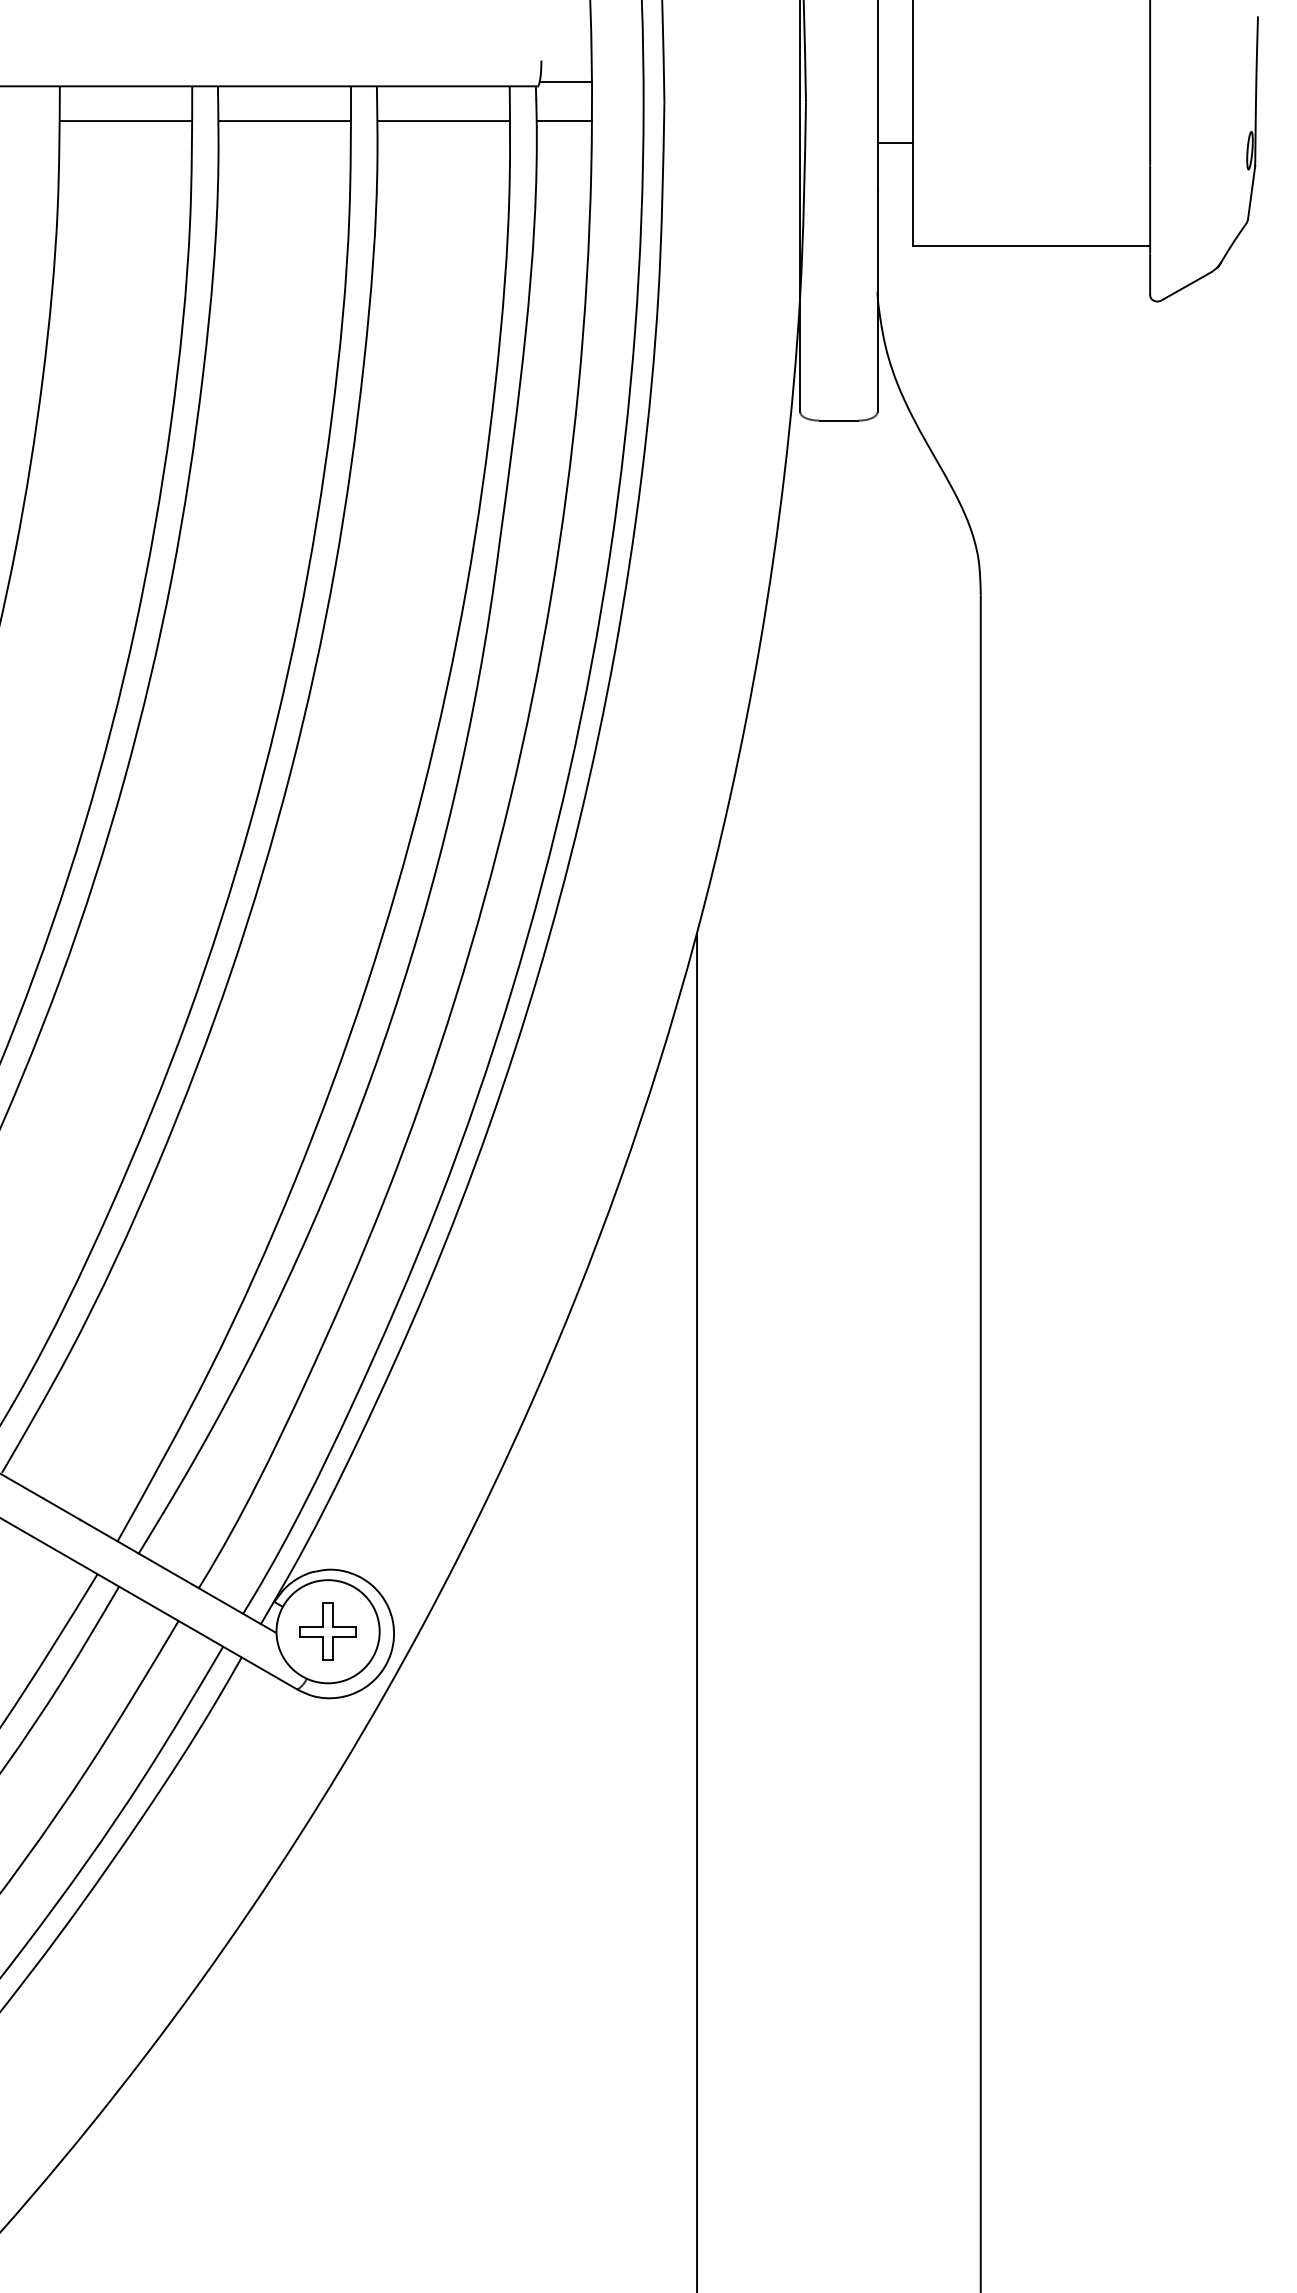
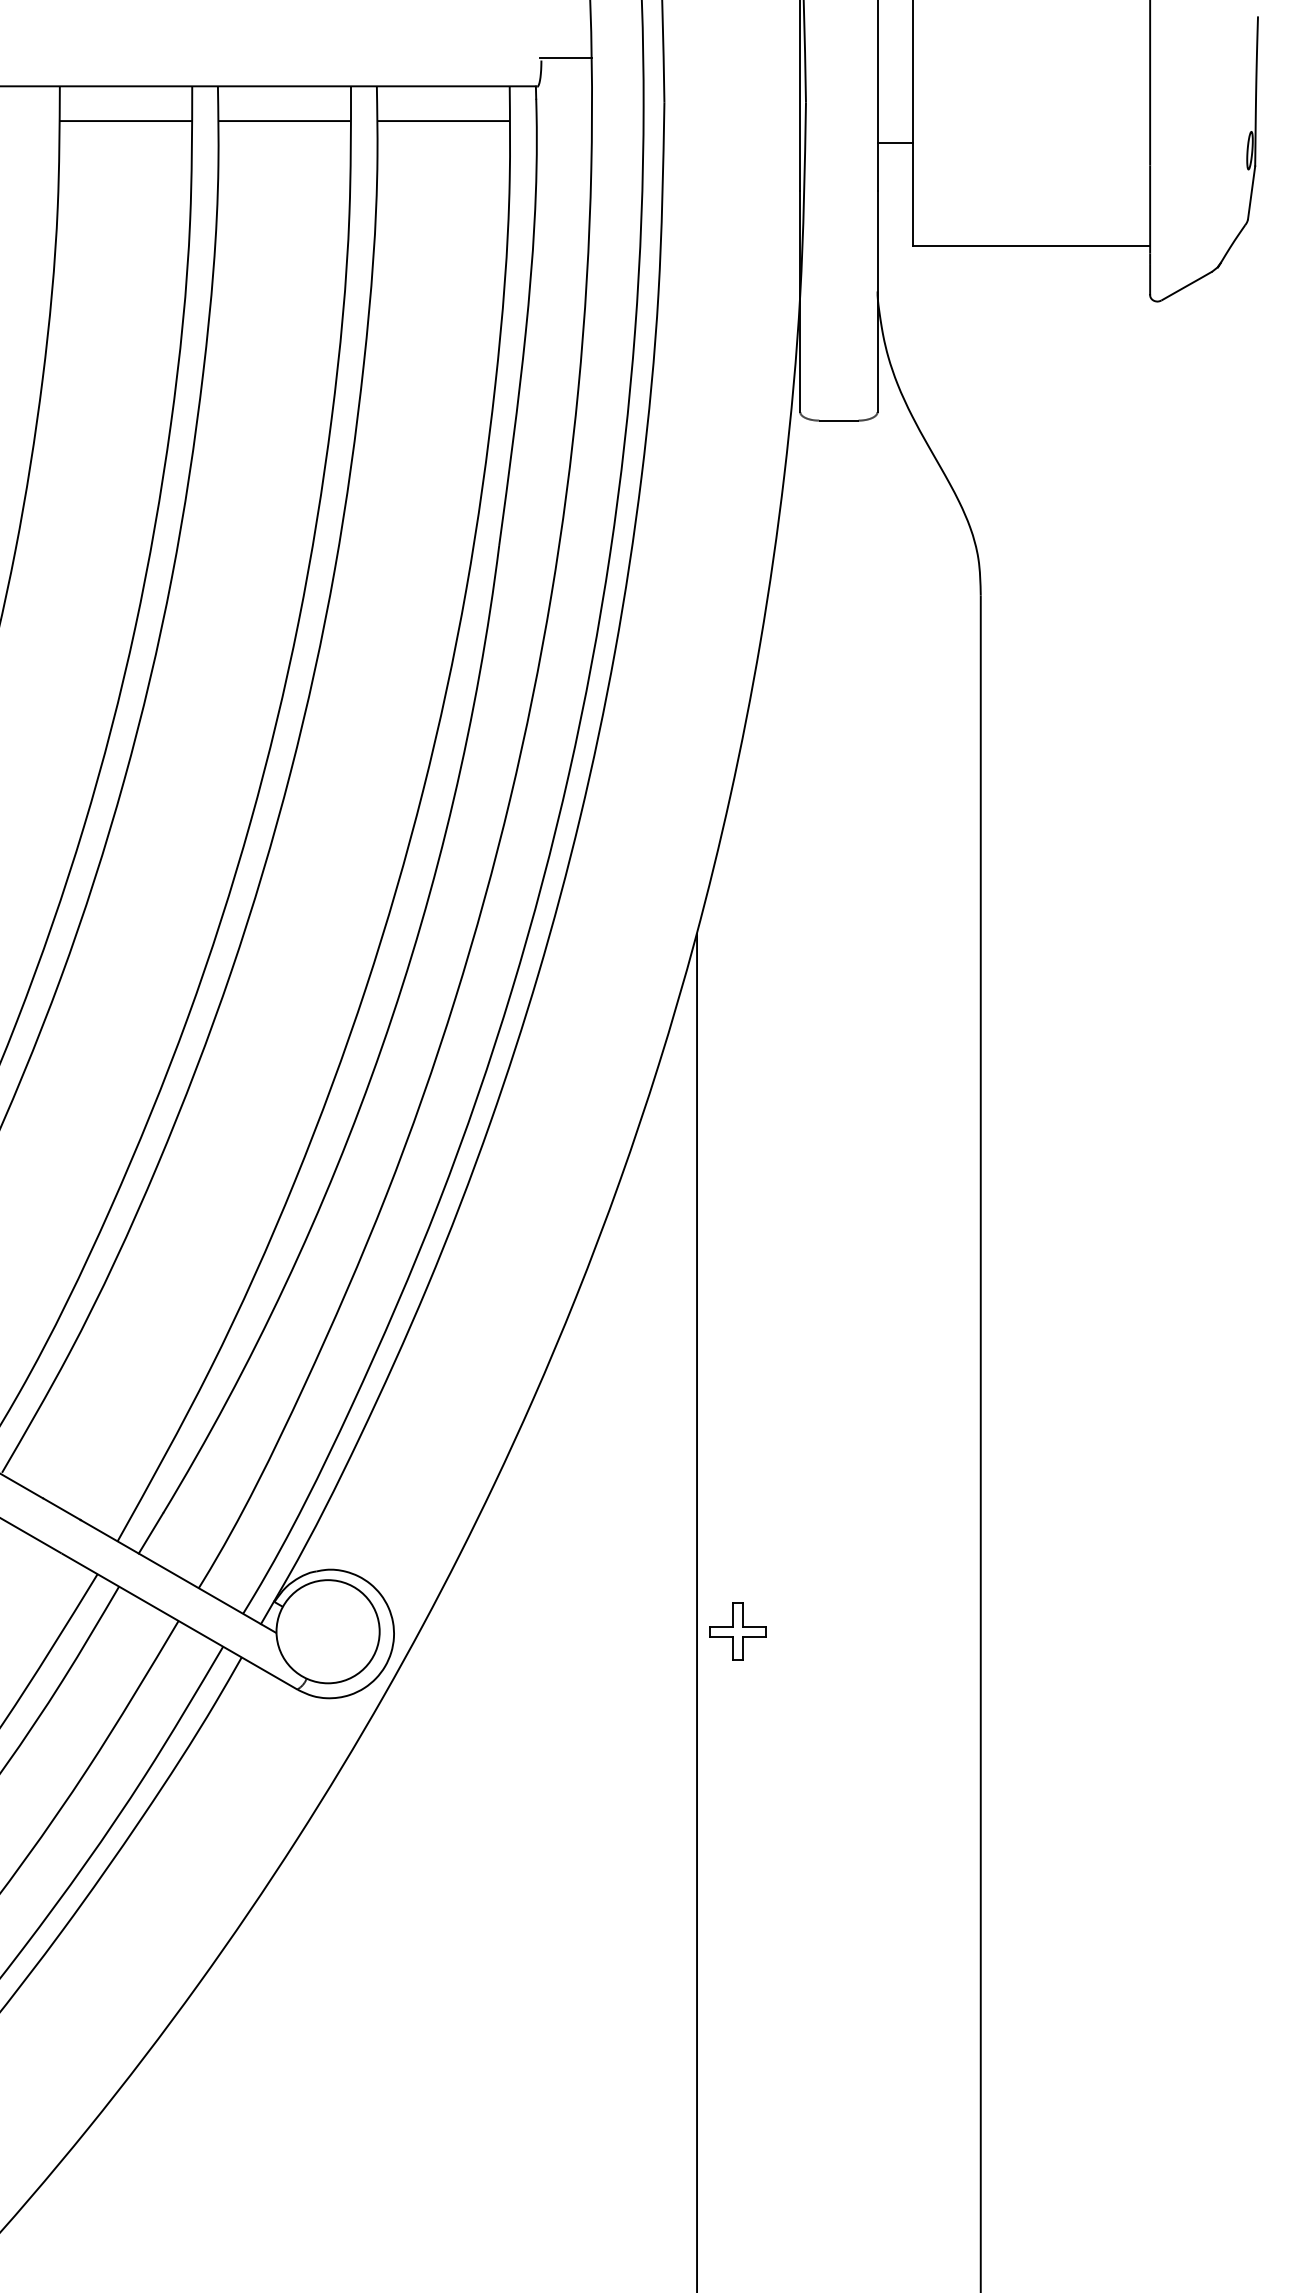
line at (565, 82) position: (565, 82) -> (565, 58)
line at (564, 121): present -> none
part at (327, 1631) position: (327, 1631) -> (737, 1631)
